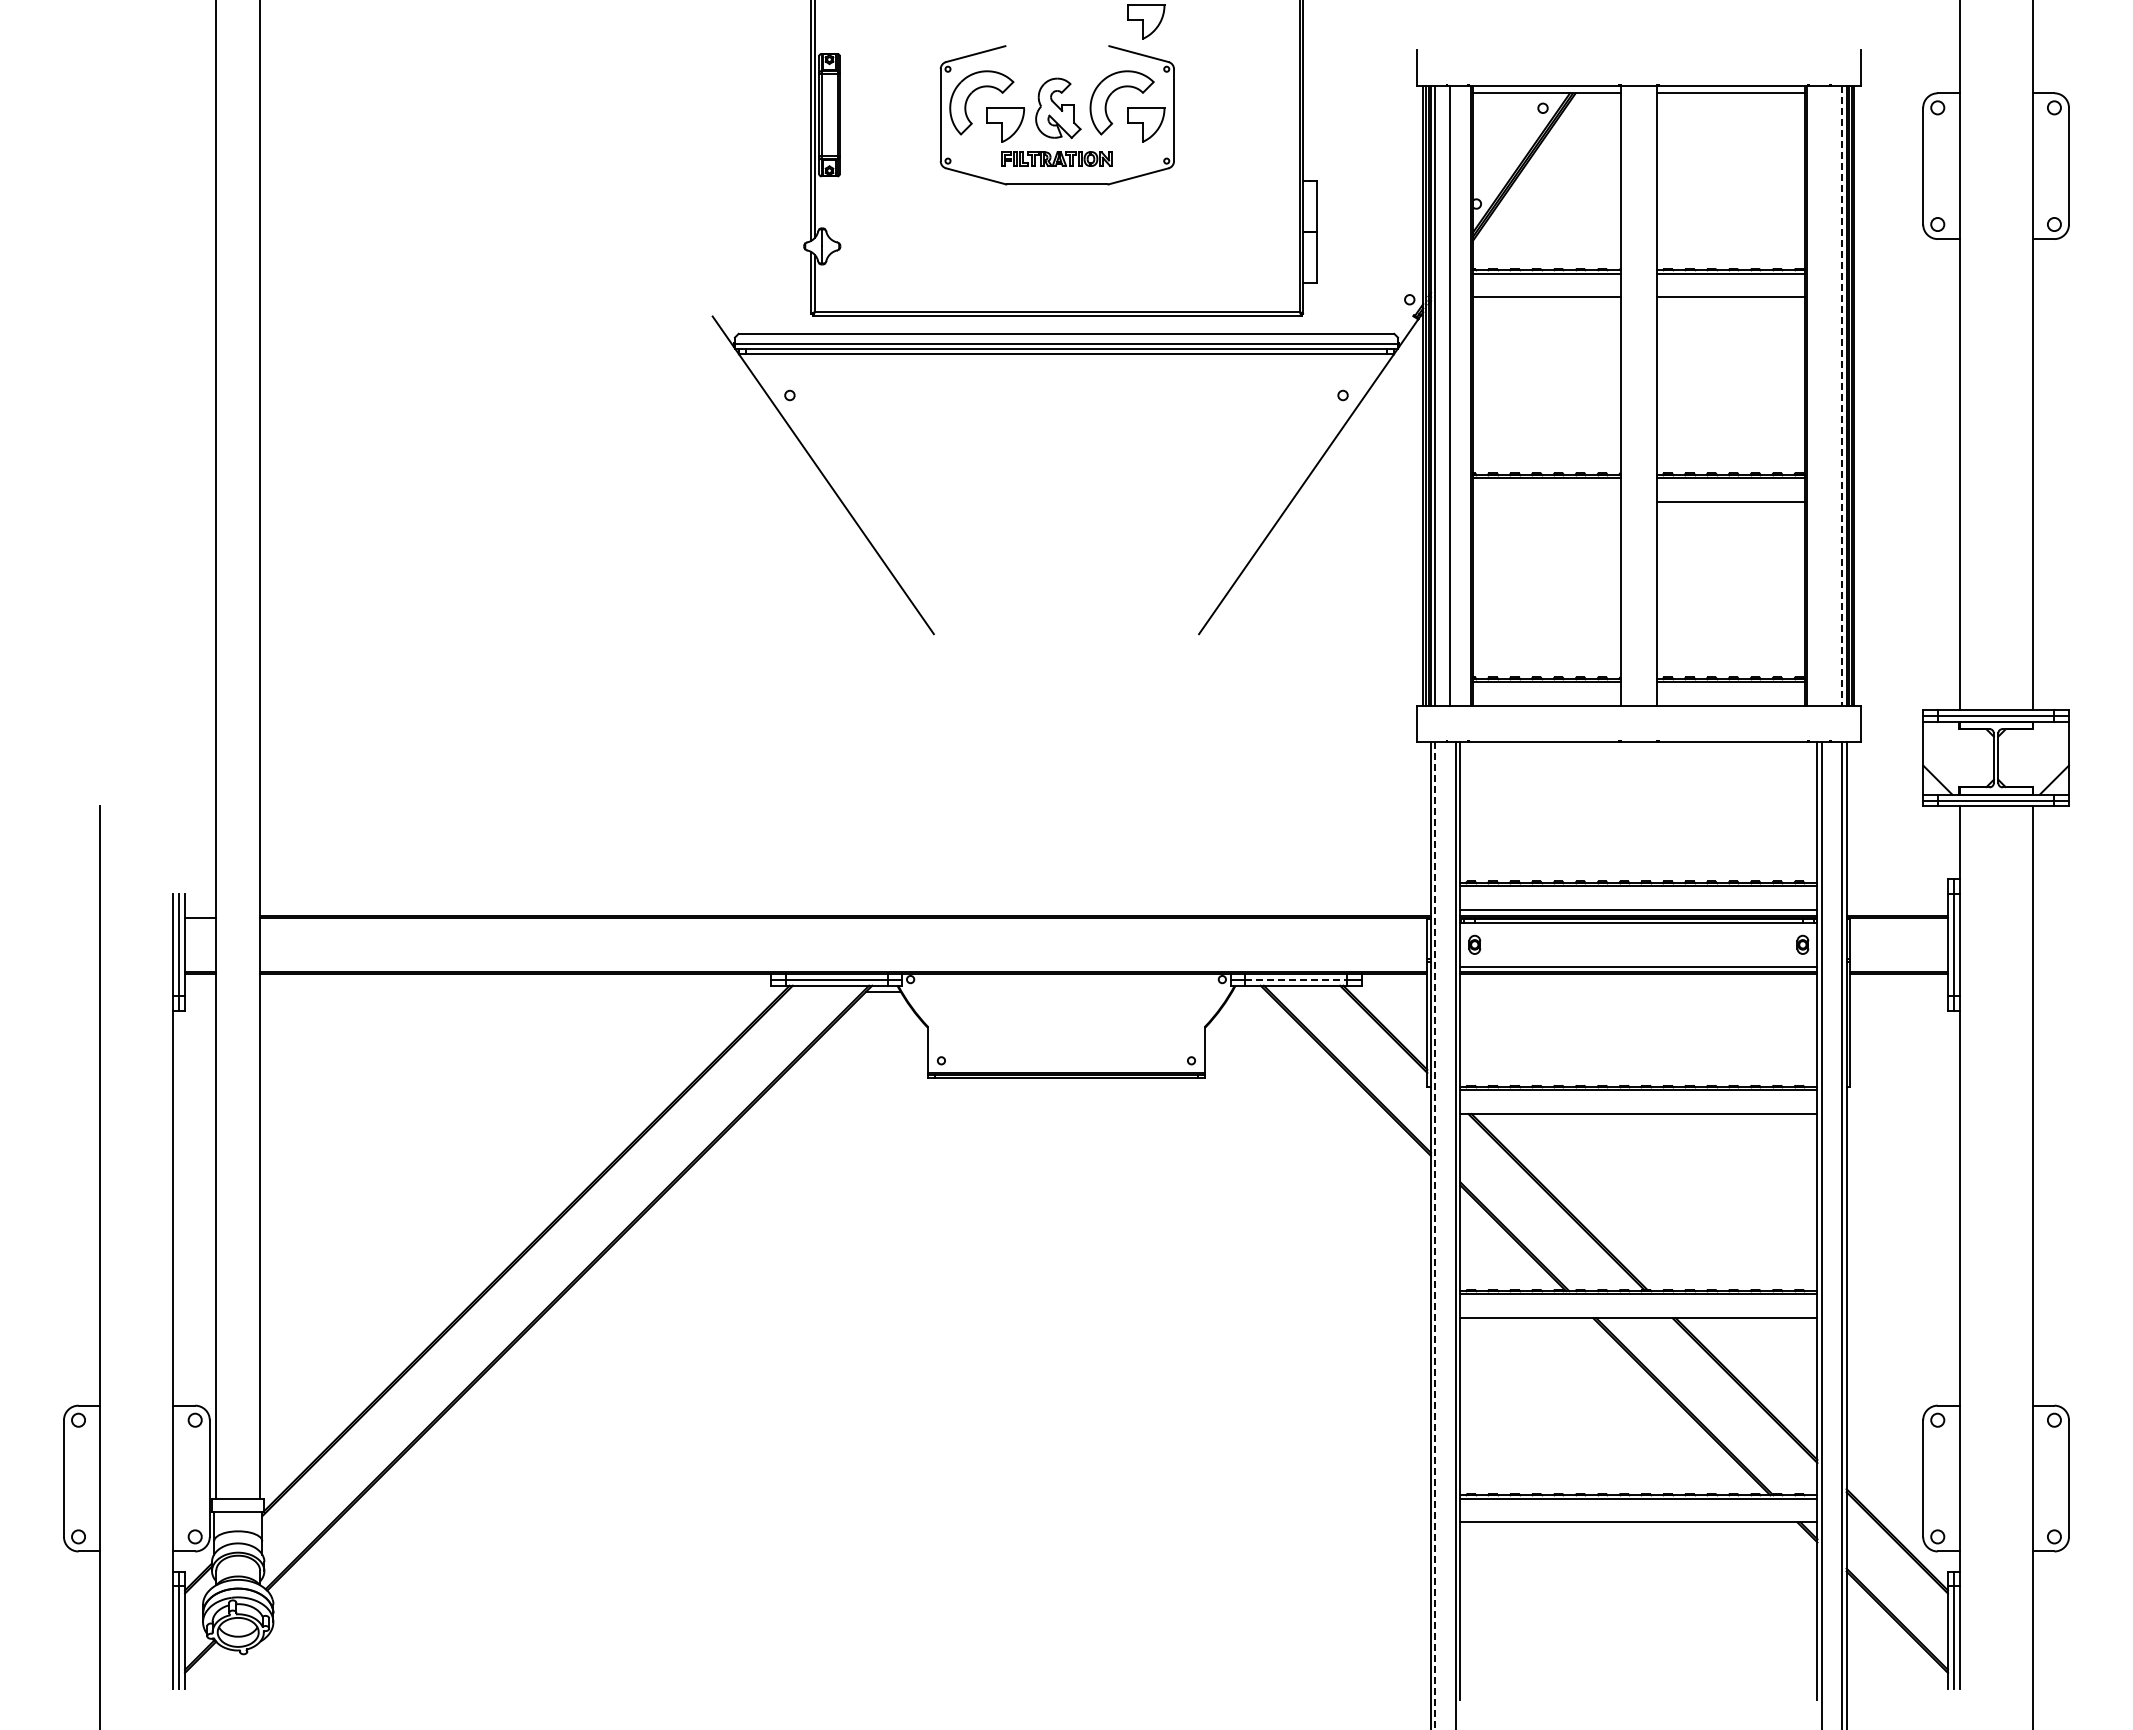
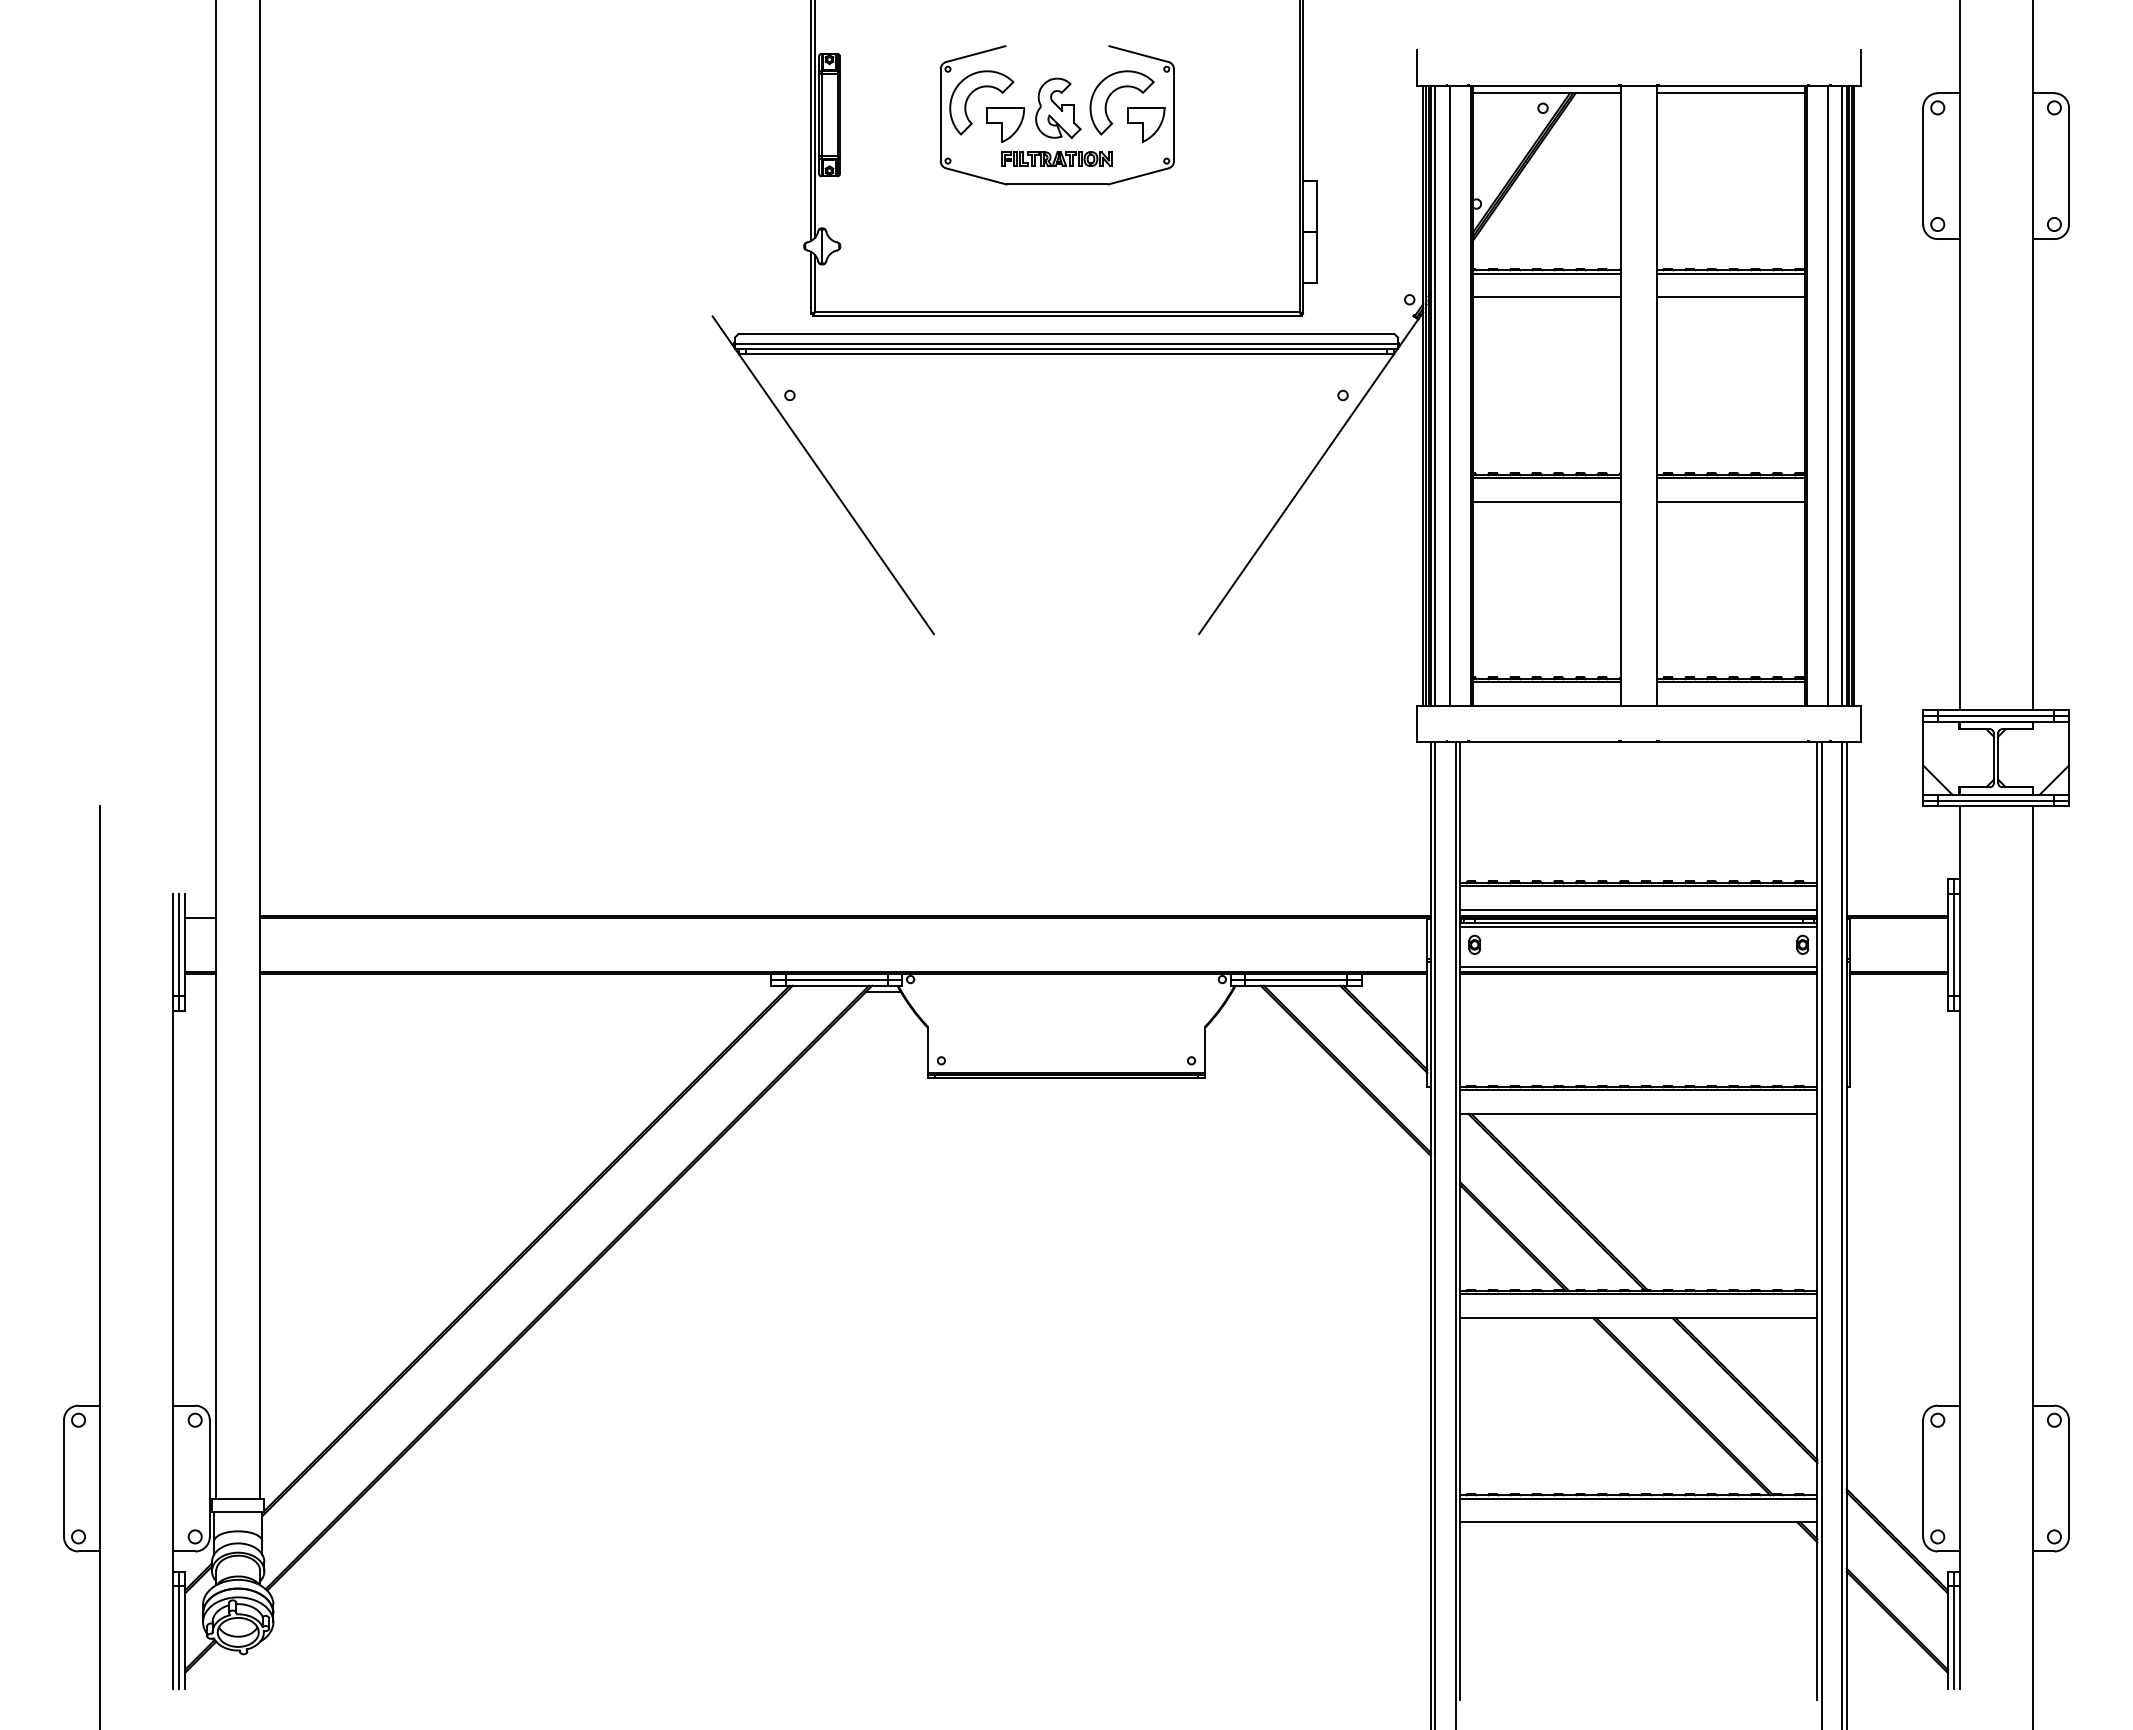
part at (1146, 21): present -> none
line at (1827, 395): none -> present
line at (1842, 395): dashed -> solid
line at (1546, 501): none -> present
line at (1638, 926): none -> present
line at (1296, 979): dashed -> solid
line at (1435, 1236): dashed -> solid
